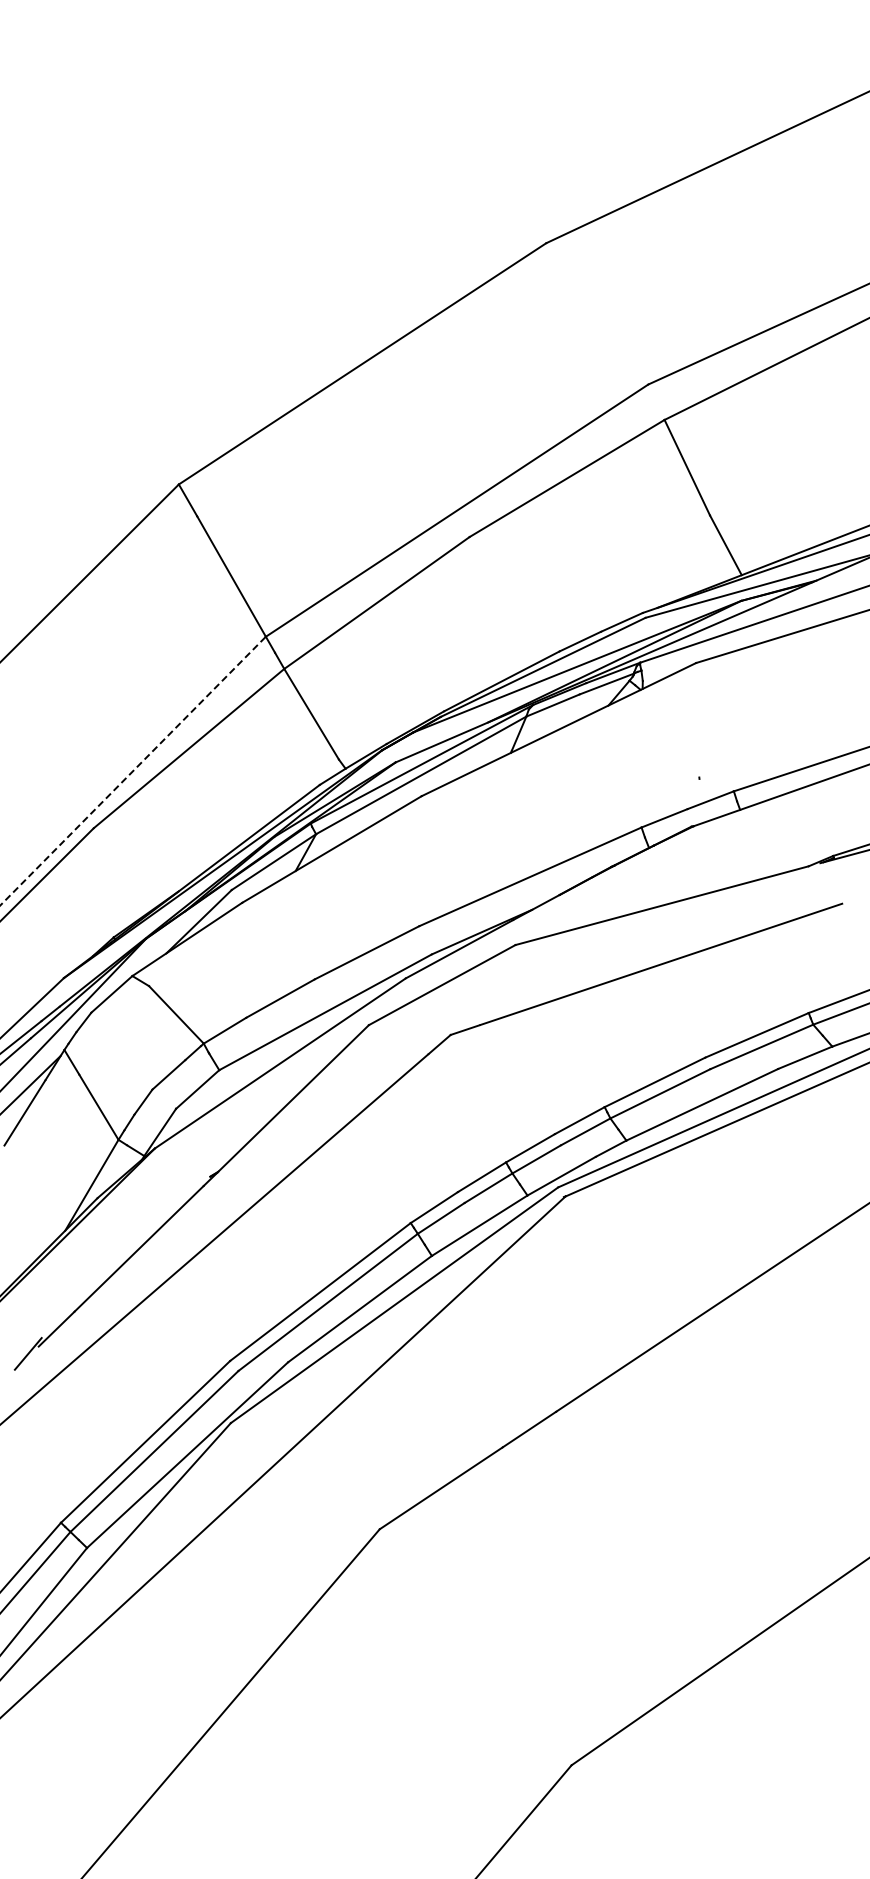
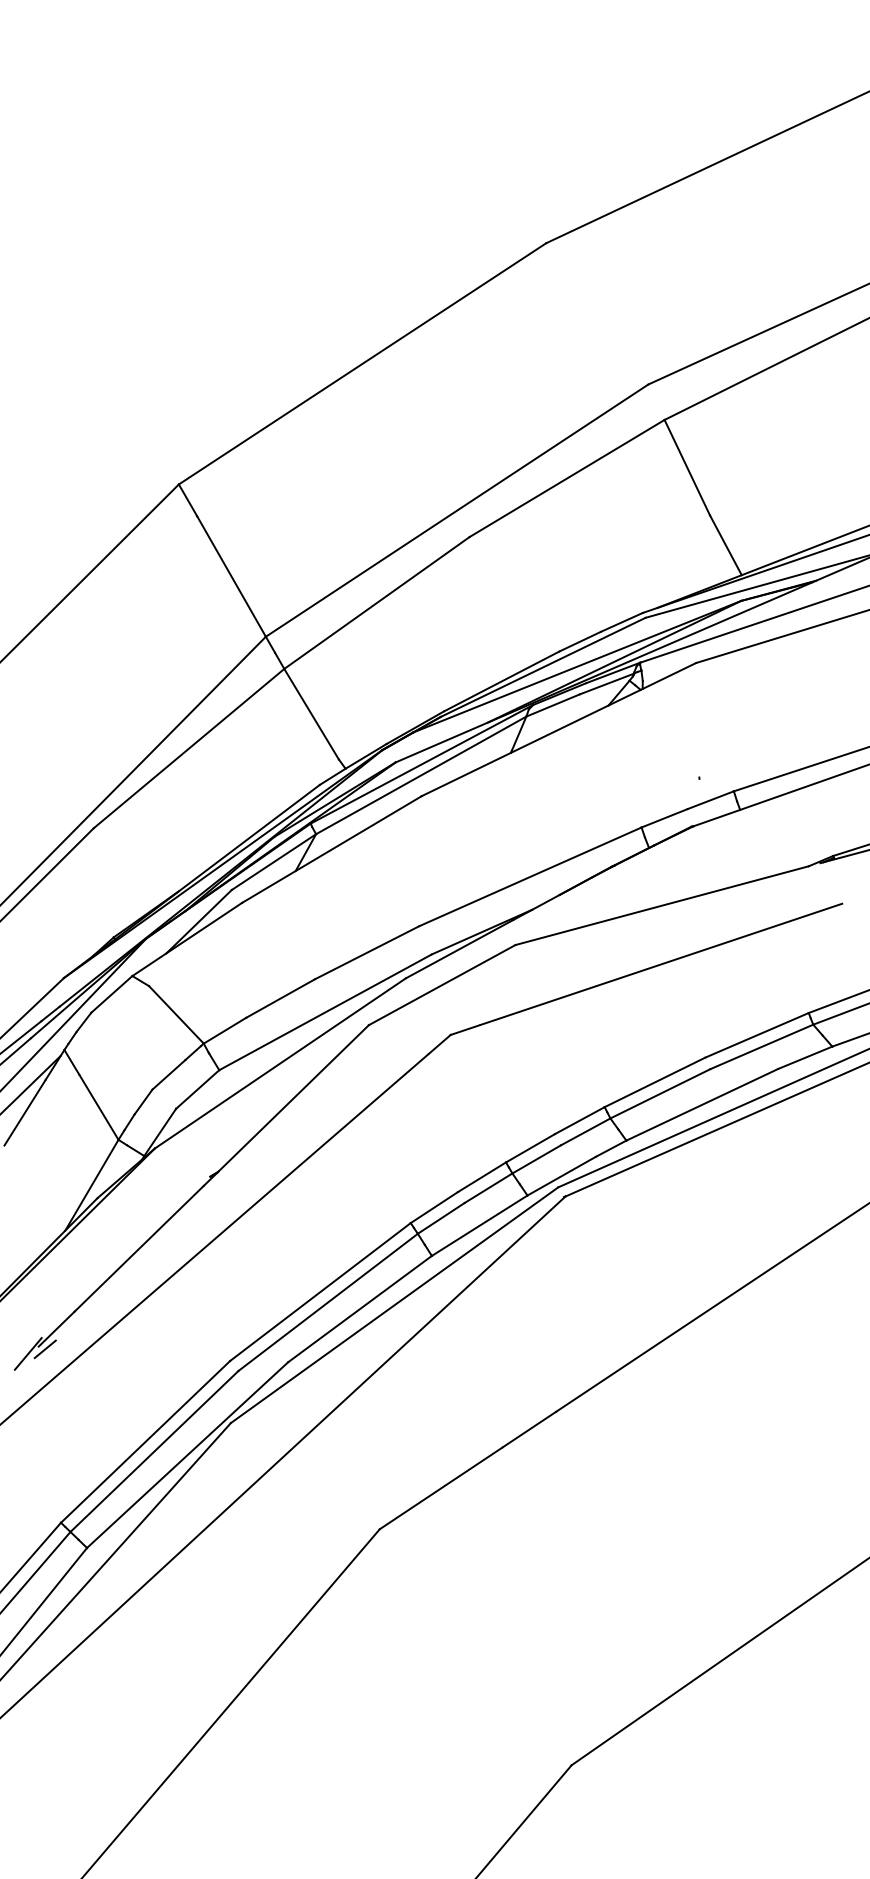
line at (133, 771): dashed -> solid
line at (44, 1349): none -> present
